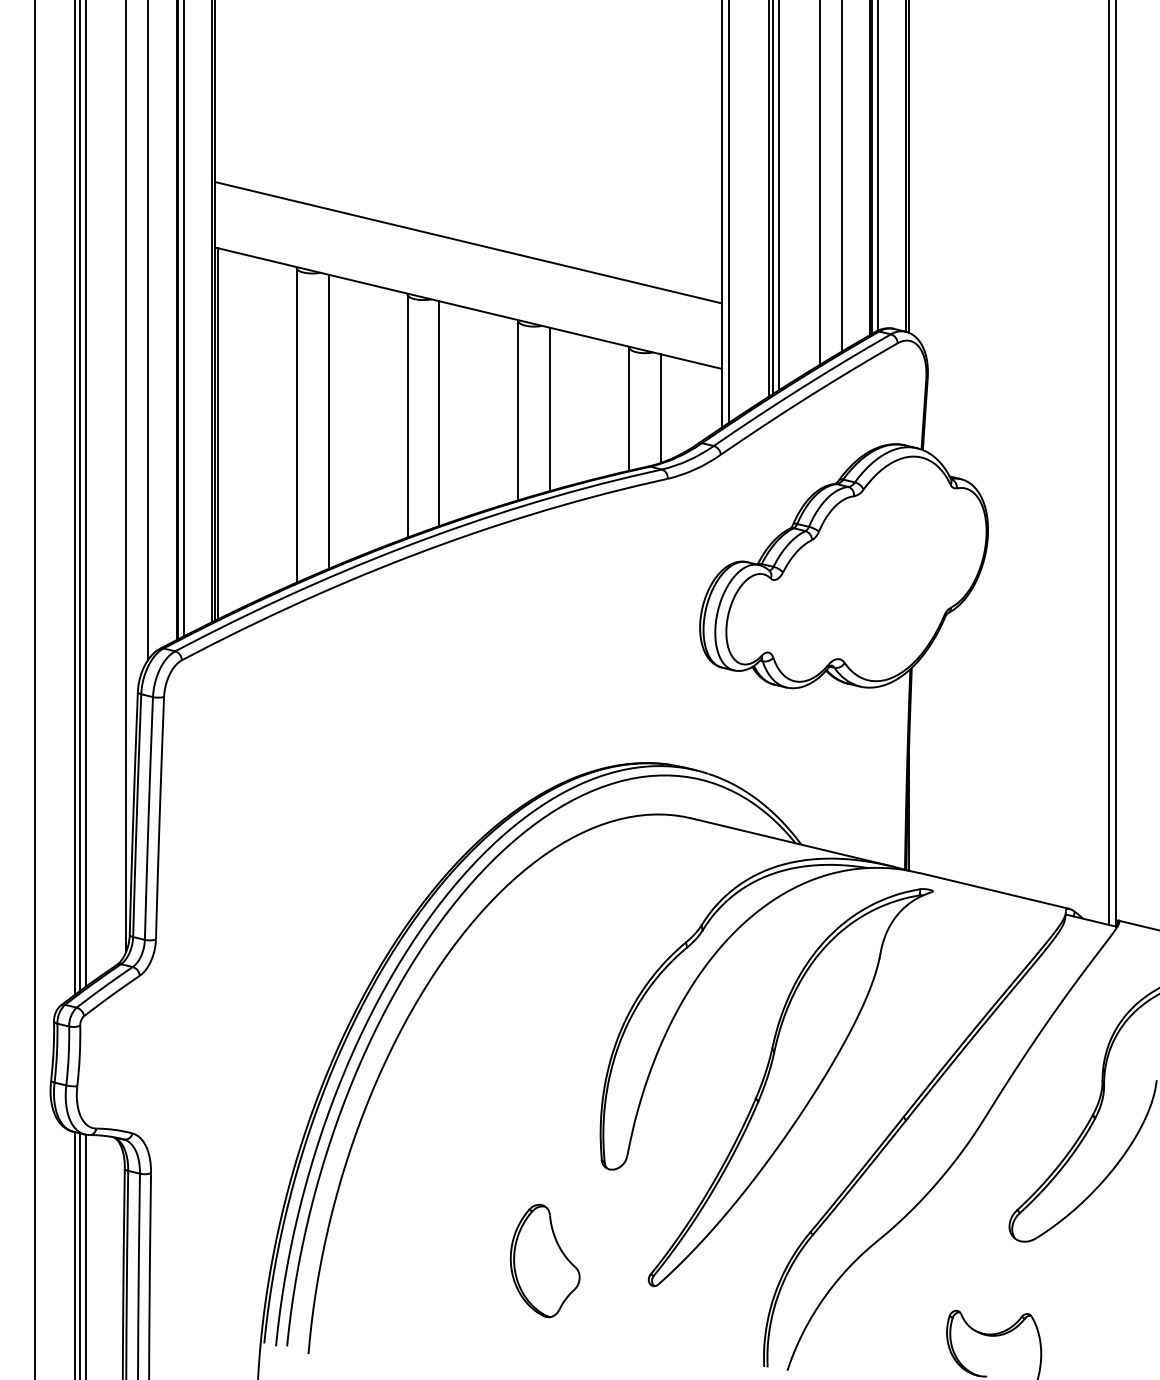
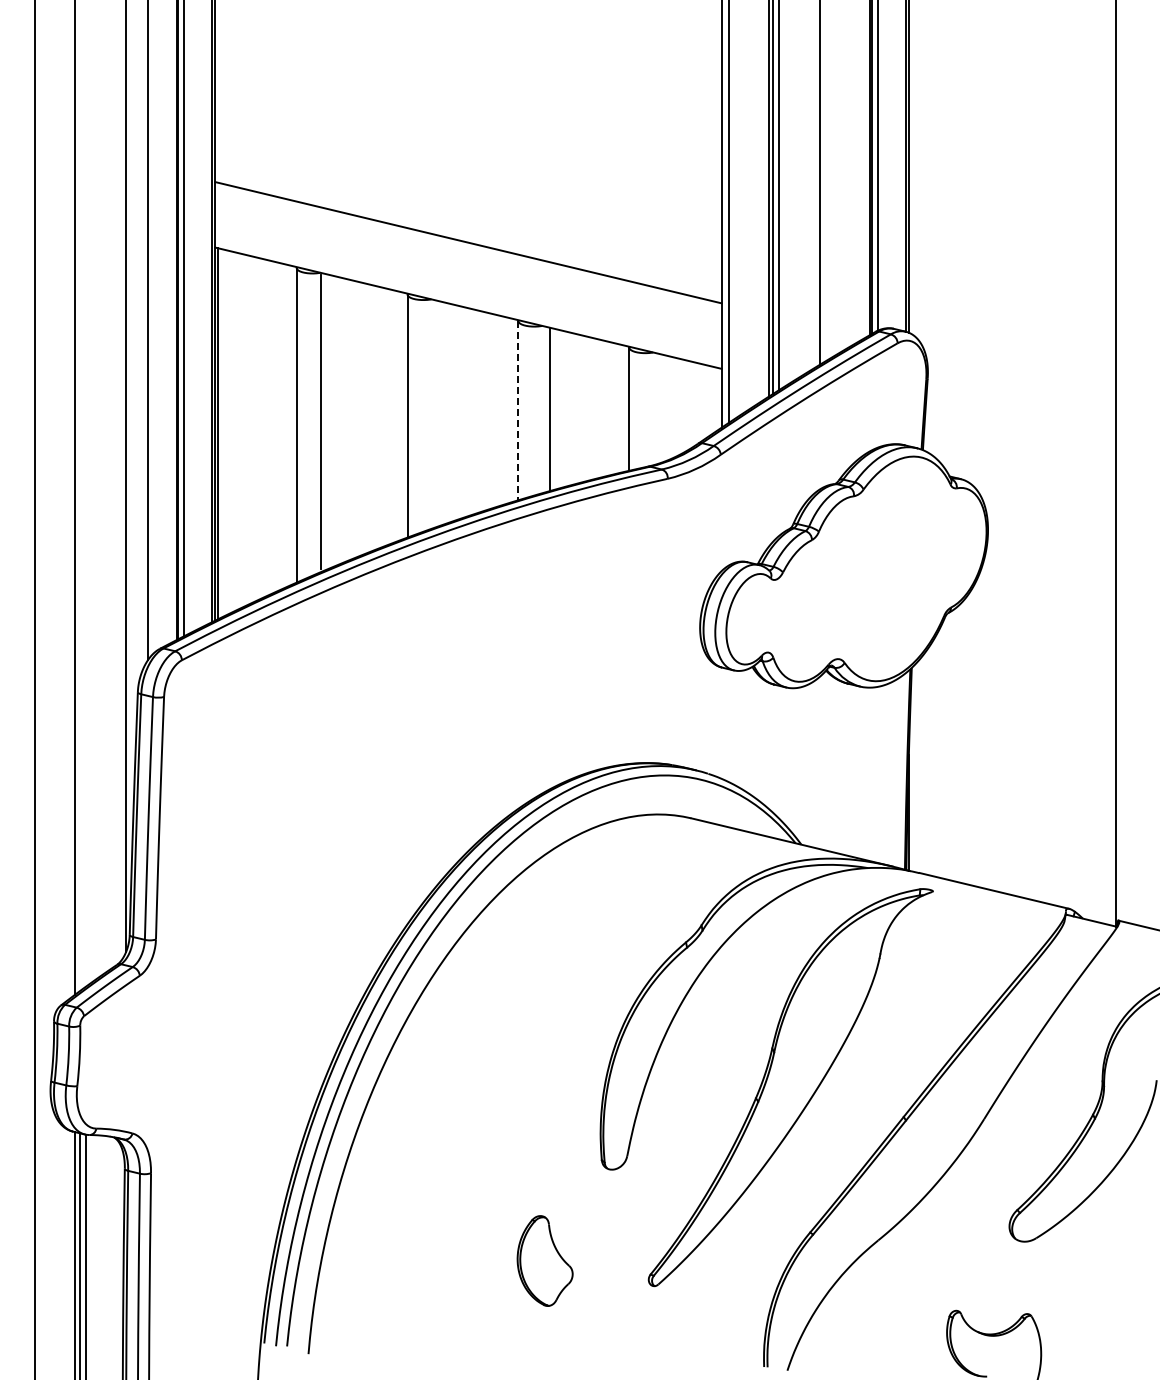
line at (842, 176): present -> none
line at (661, 408): present -> none
line at (518, 410): solid -> dashed
line at (439, 413): present -> none
line at (328, 421) position: (328, 421) -> (320, 421)
line at (1109, 463): present -> none
line at (85, 494): present -> none
line at (79, 496): present -> none
part at (544, 1260) size: 72x116 px -> 58x92 px
